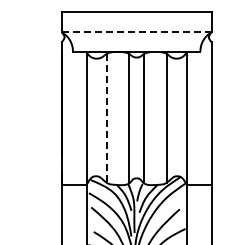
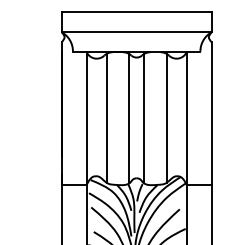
line at (136, 32): dashed -> solid
line at (106, 118): dashed -> solid
